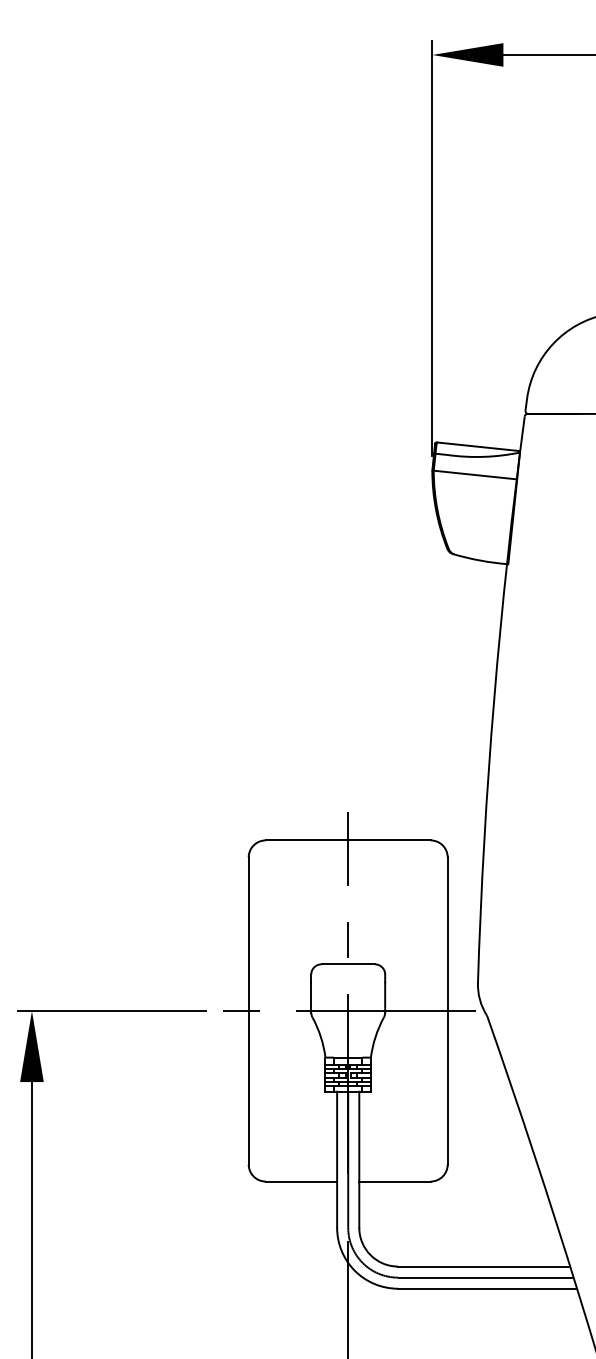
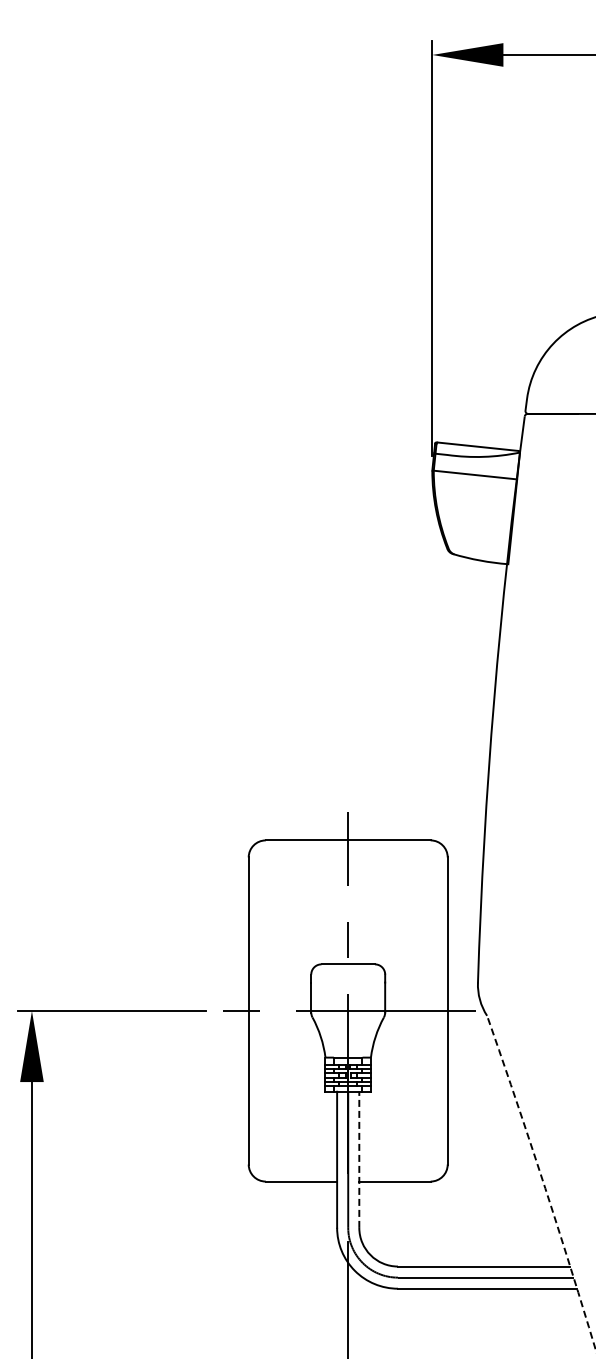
line at (359, 1159): solid -> dashed
arc at (543, 1182): solid -> dashed
